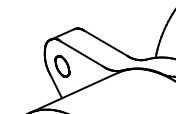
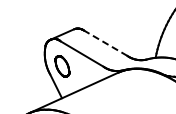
line at (105, 43): solid -> dashed
